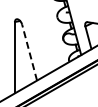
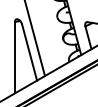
line at (35, 39): none -> present
line at (29, 52): dashed -> solid
